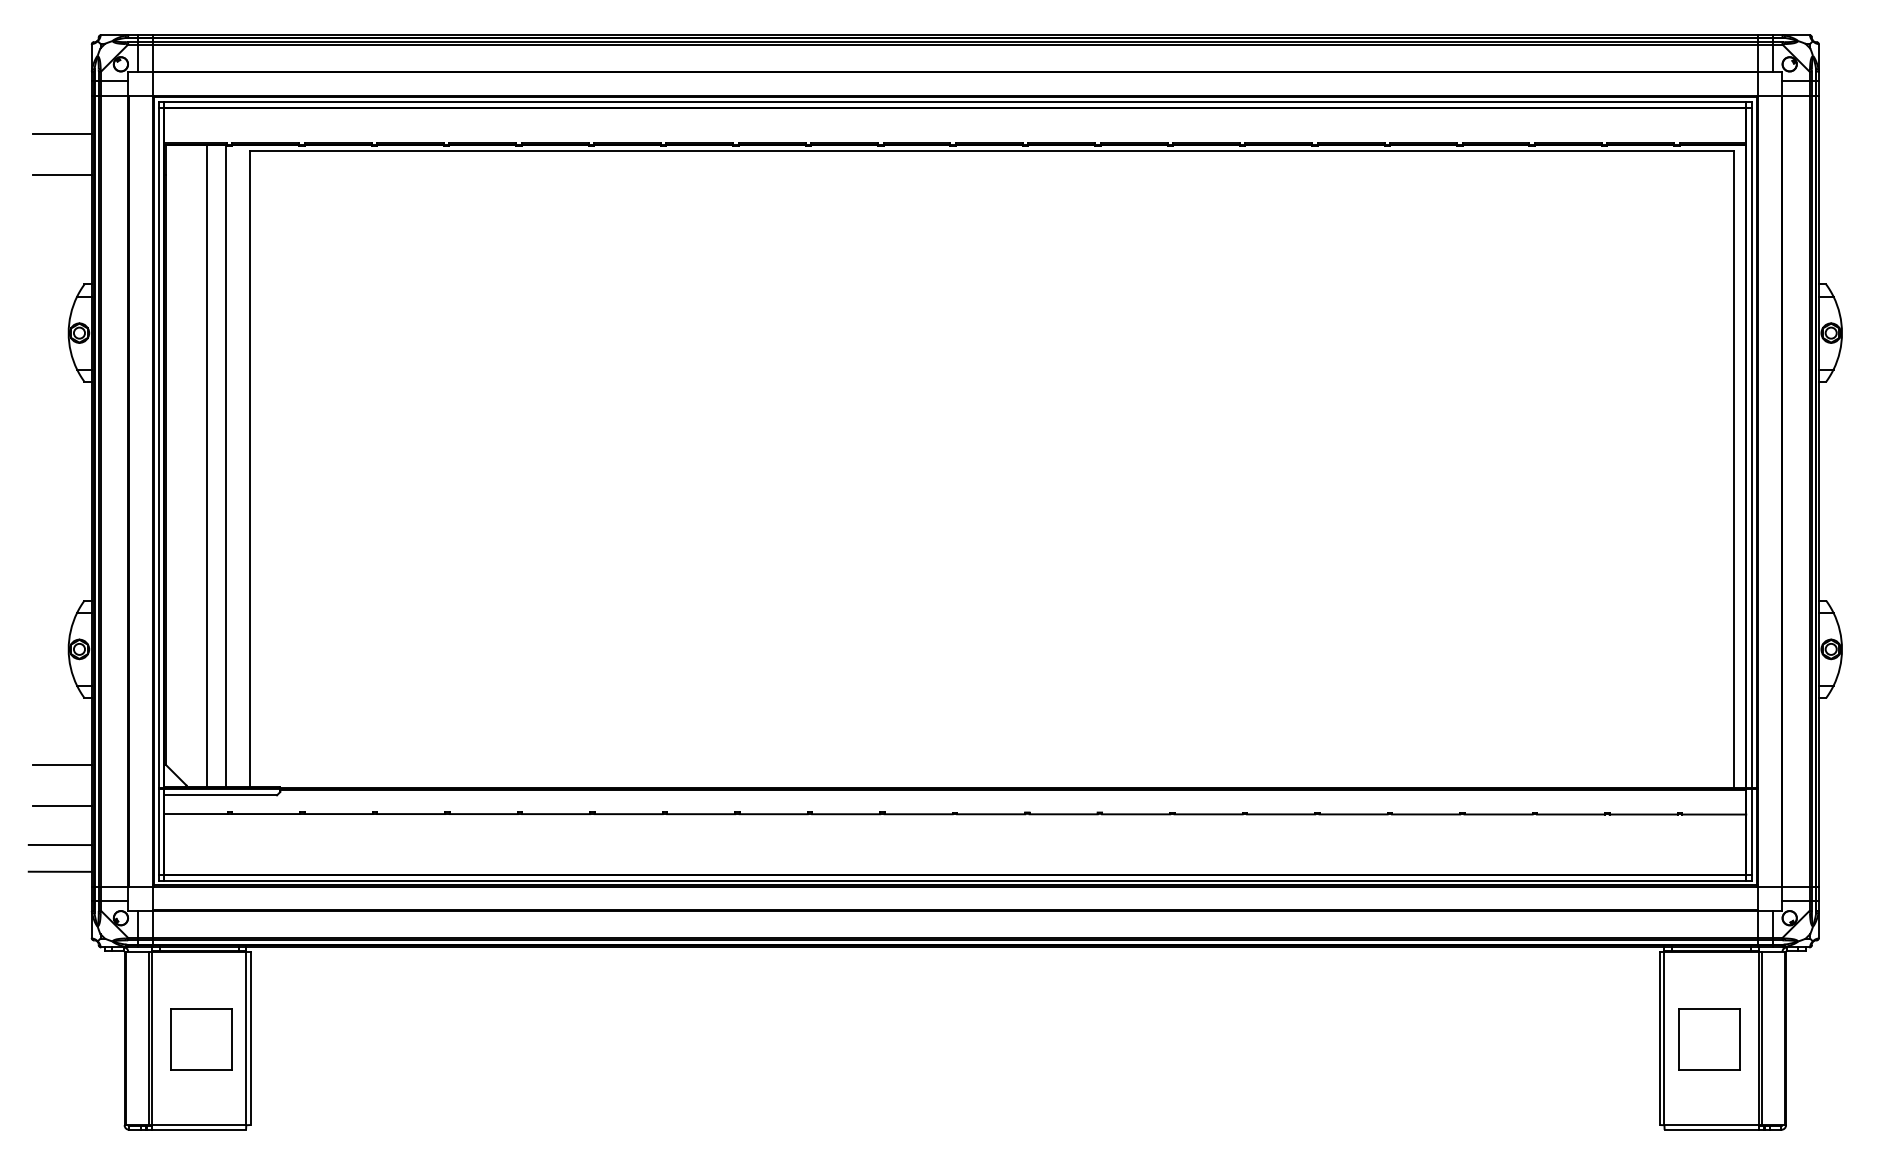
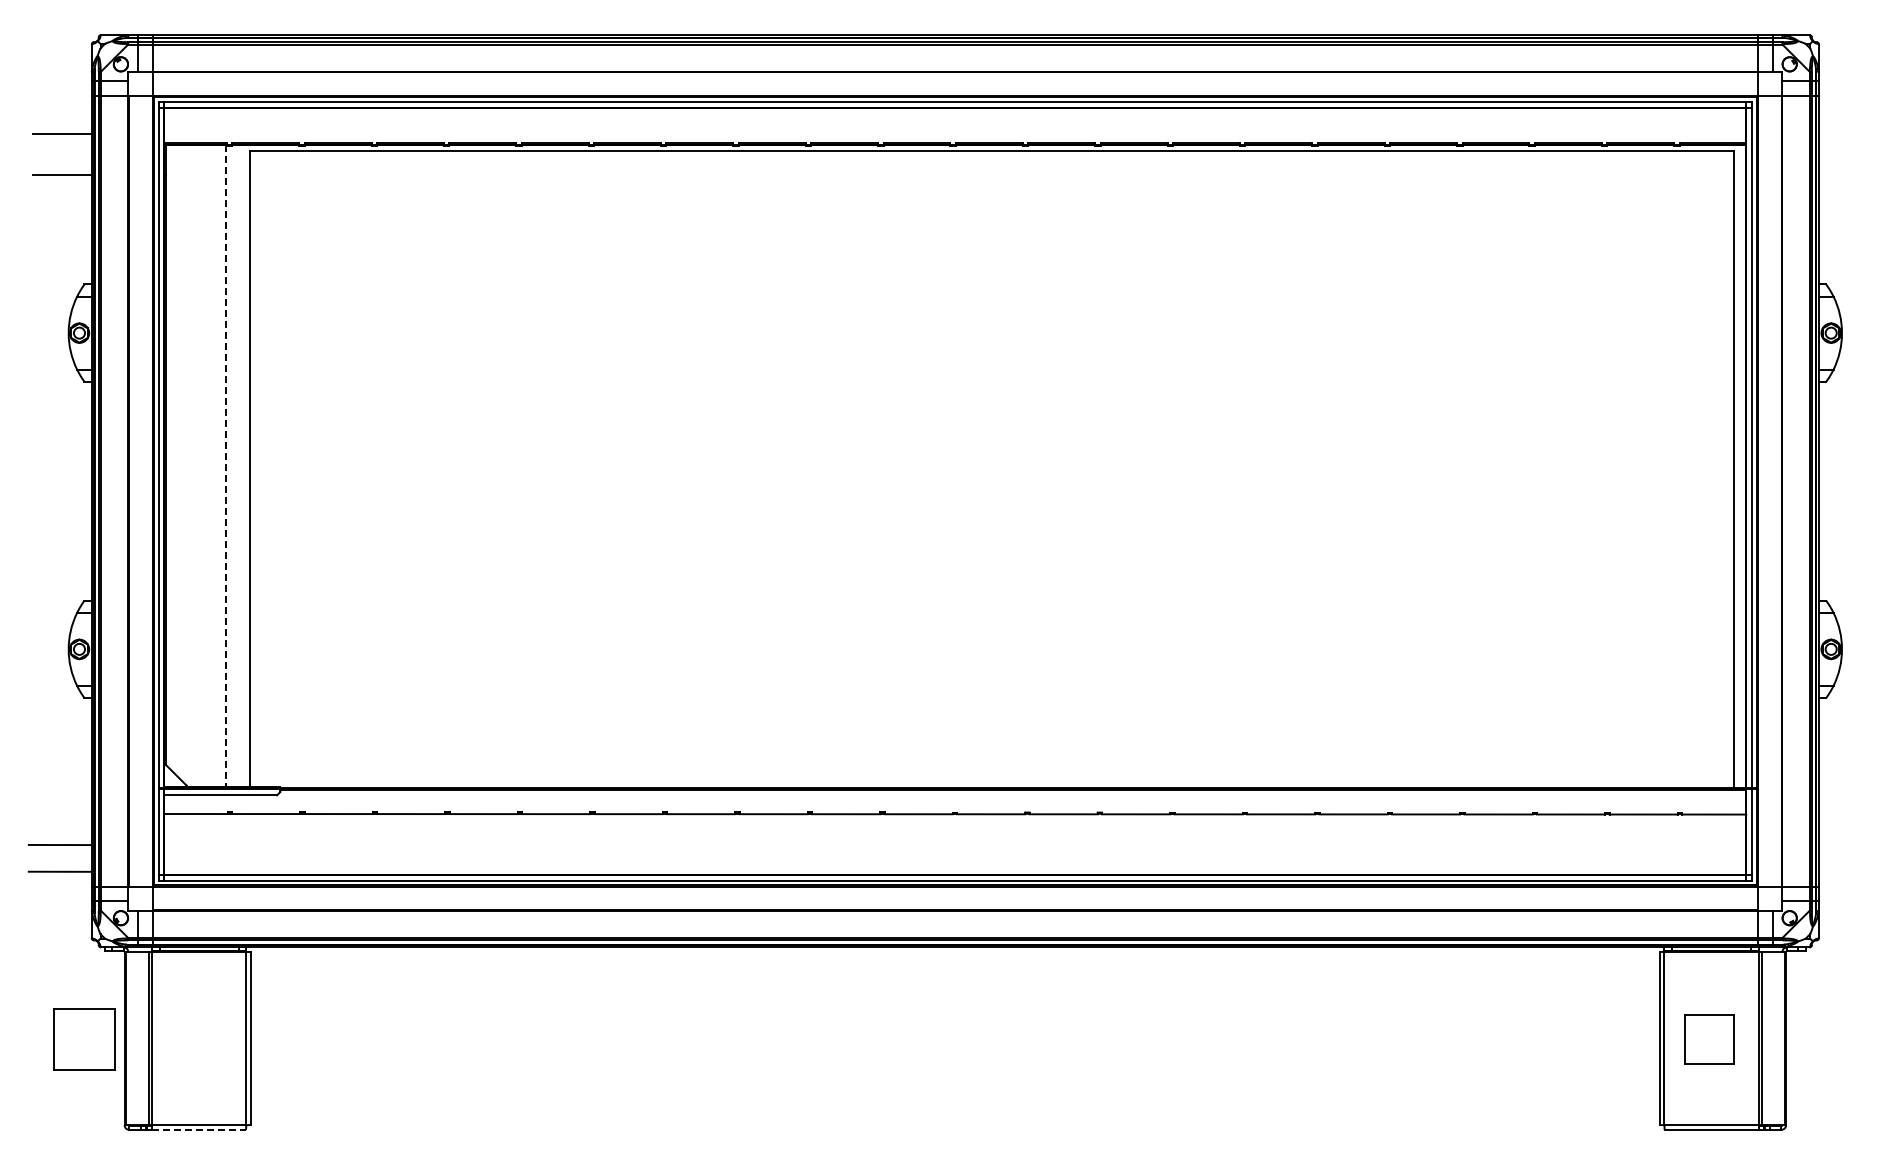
line at (207, 465): present -> none
line at (225, 466): solid -> dashed
line at (62, 764): present -> none
line at (62, 806): present -> none
part at (201, 1039) position: (201, 1039) -> (84, 1039)
part at (1709, 1039) size: 63x63 px -> 51x51 px
line at (199, 1129): solid -> dashed
